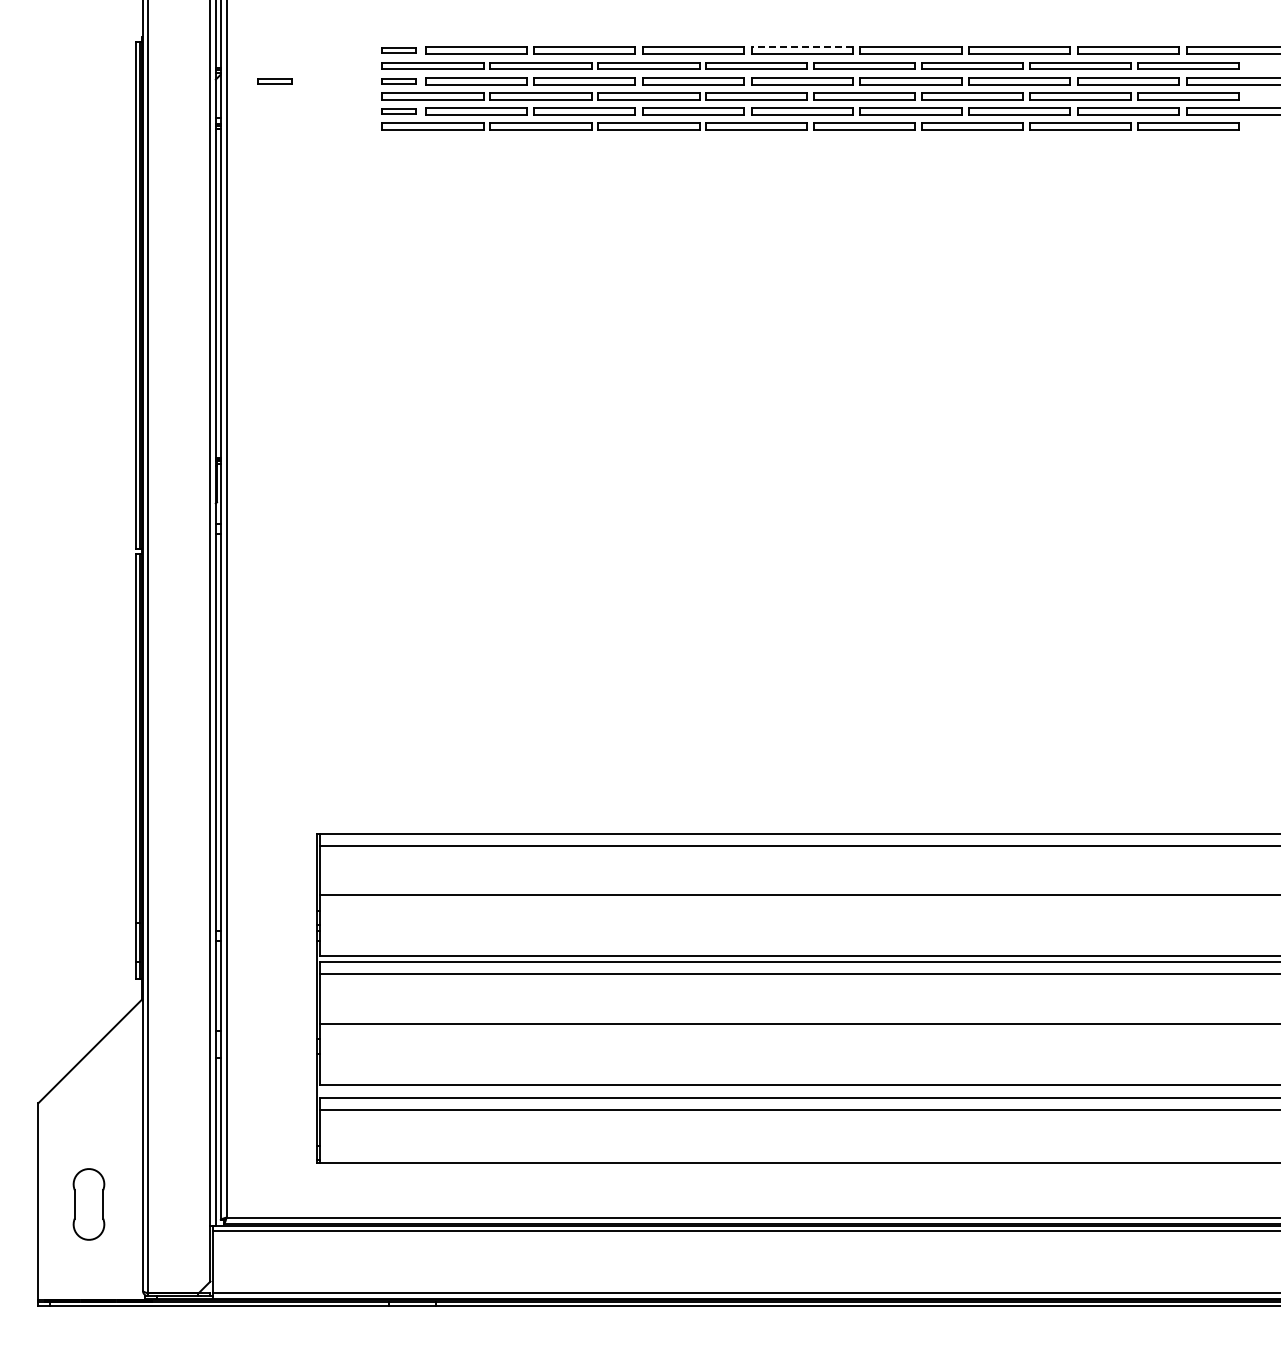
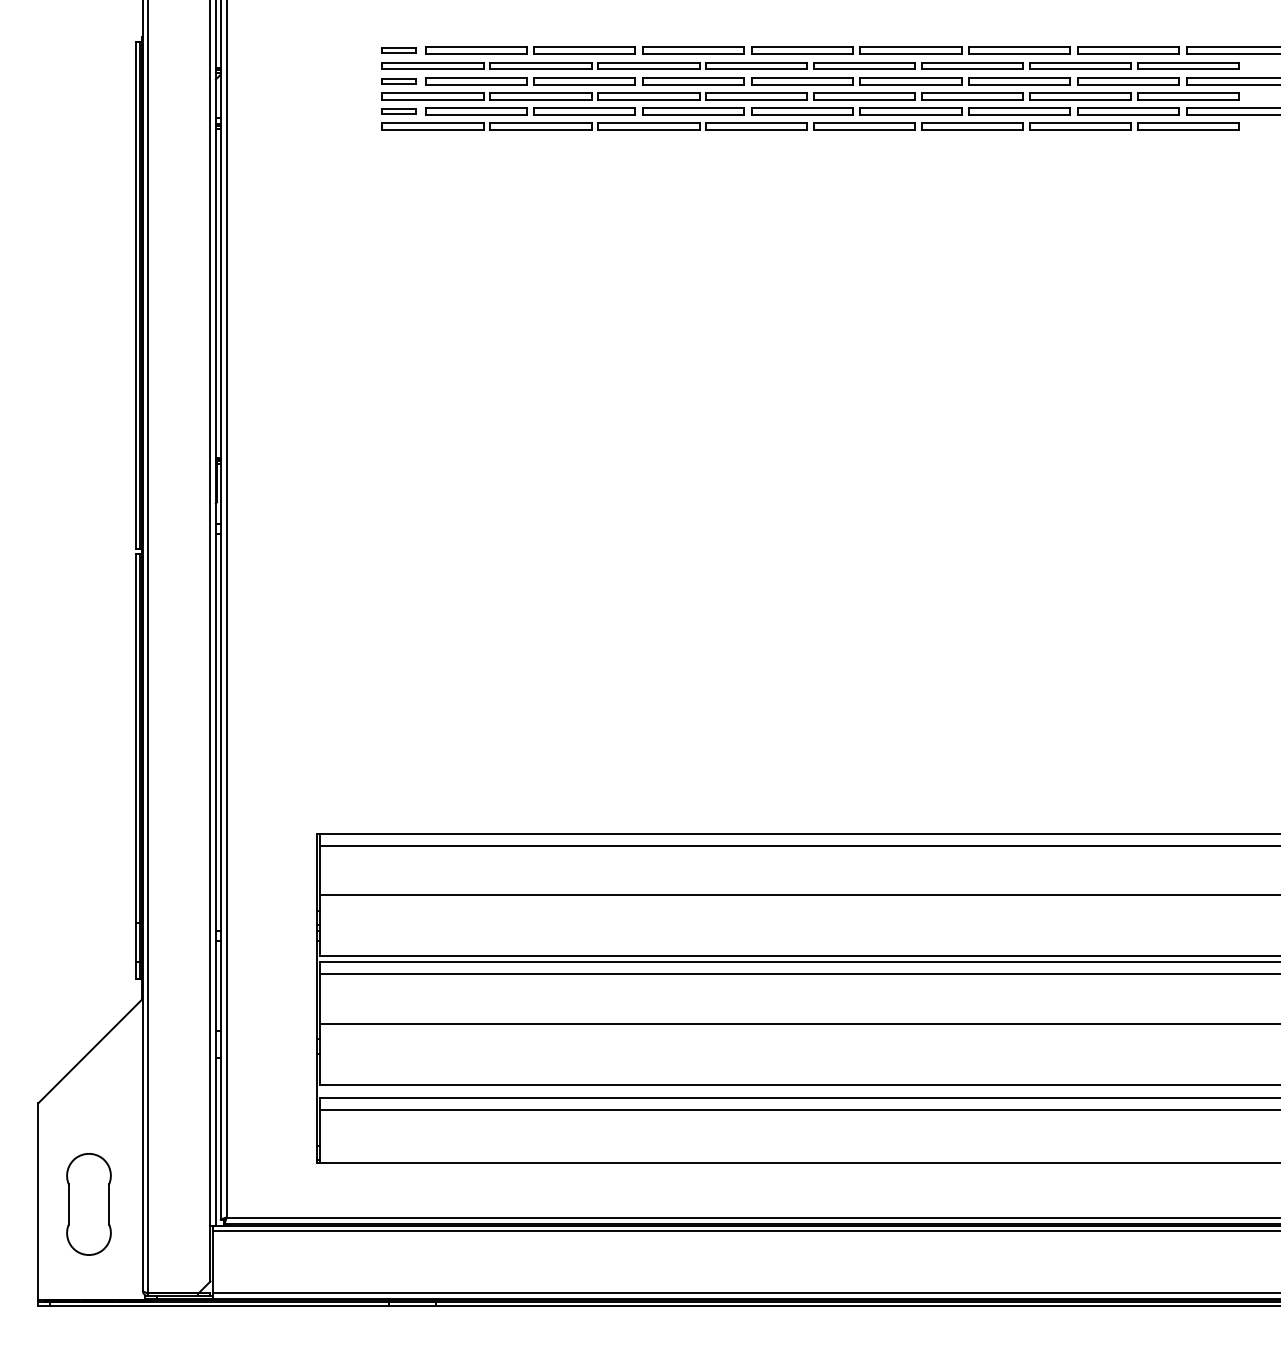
line at (802, 47): dashed -> solid
part at (274, 81): present -> none
part at (88, 1204) size: 34x73 px -> 46x103 px
